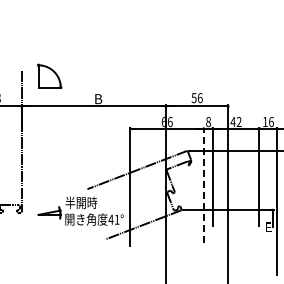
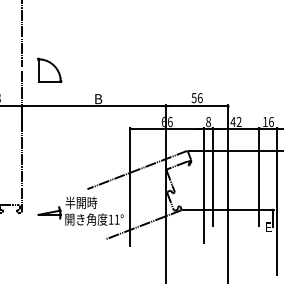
line at (21, 34): none -> present
part at (49, 76) position: (49, 76) -> (49, 70)
line at (203, 185): dashed -> solid
text at (110, 219): 41° -> 11°
